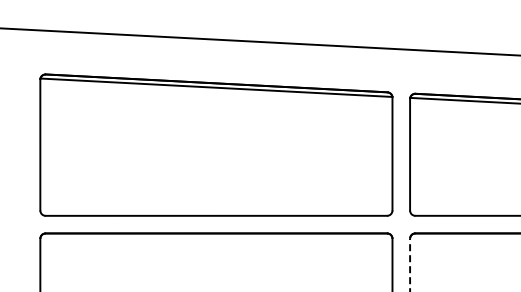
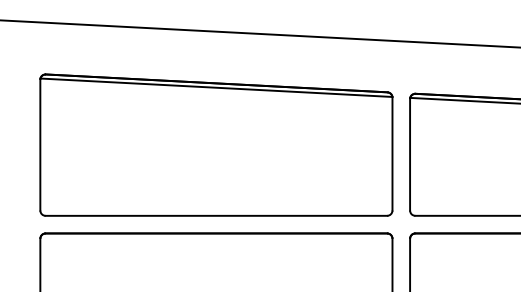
line at (259, 41) position: (259, 41) -> (259, 33)
line at (410, 264): dashed -> solid
